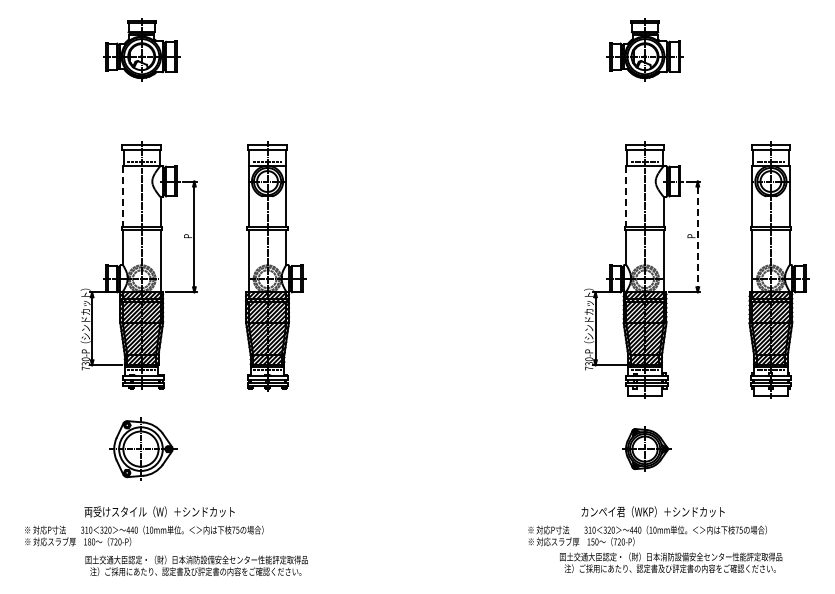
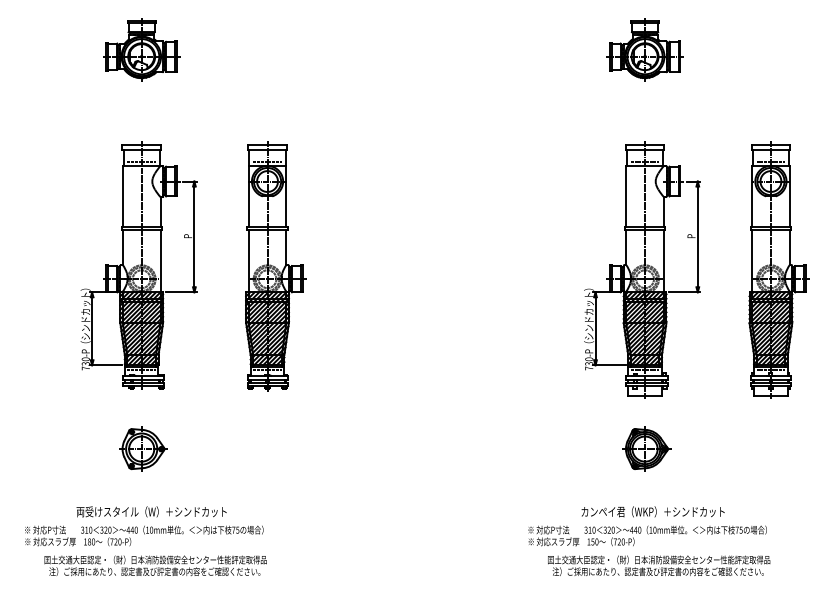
line at (122, 196): dashed -> solid
line at (626, 196): dashed -> solid
line at (697, 237): dashed -> solid
part at (143, 448) size: 69x64 px -> 49x46 px
text at (159, 511) position: (159, 511) -> (151, 511)
text at (671, 562) position: (671, 562) -> (659, 565)
text at (196, 565) position: (196, 565) -> (155, 565)
